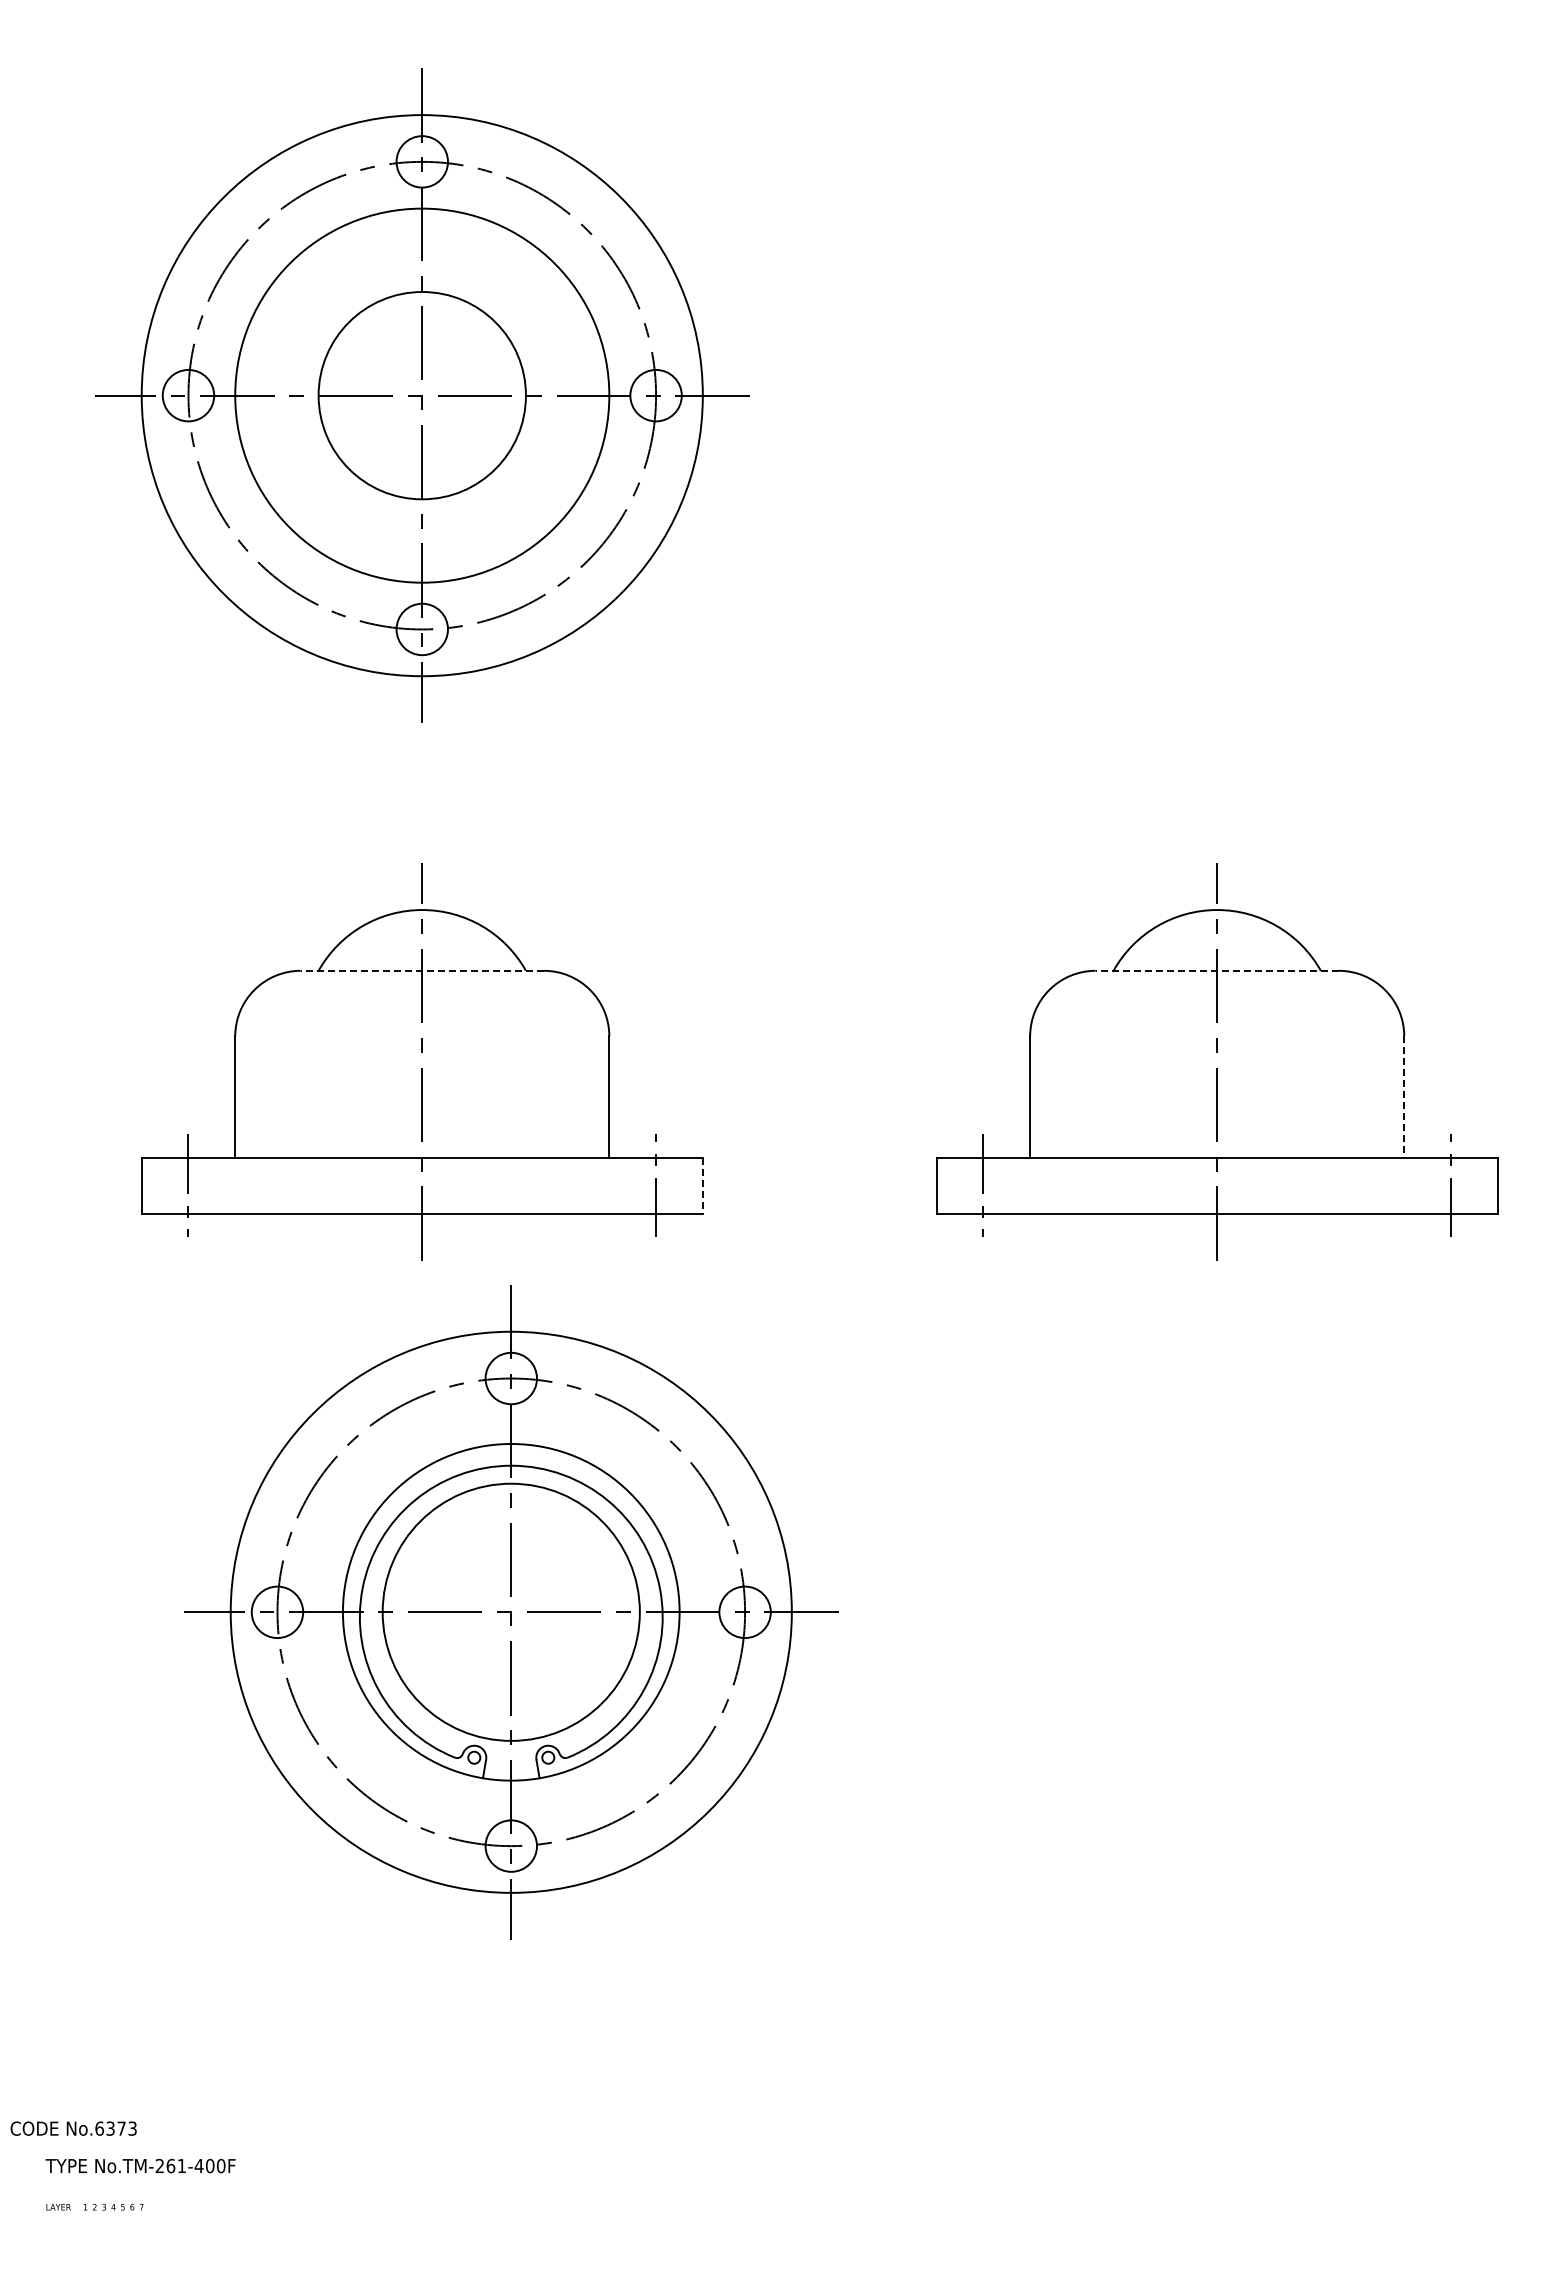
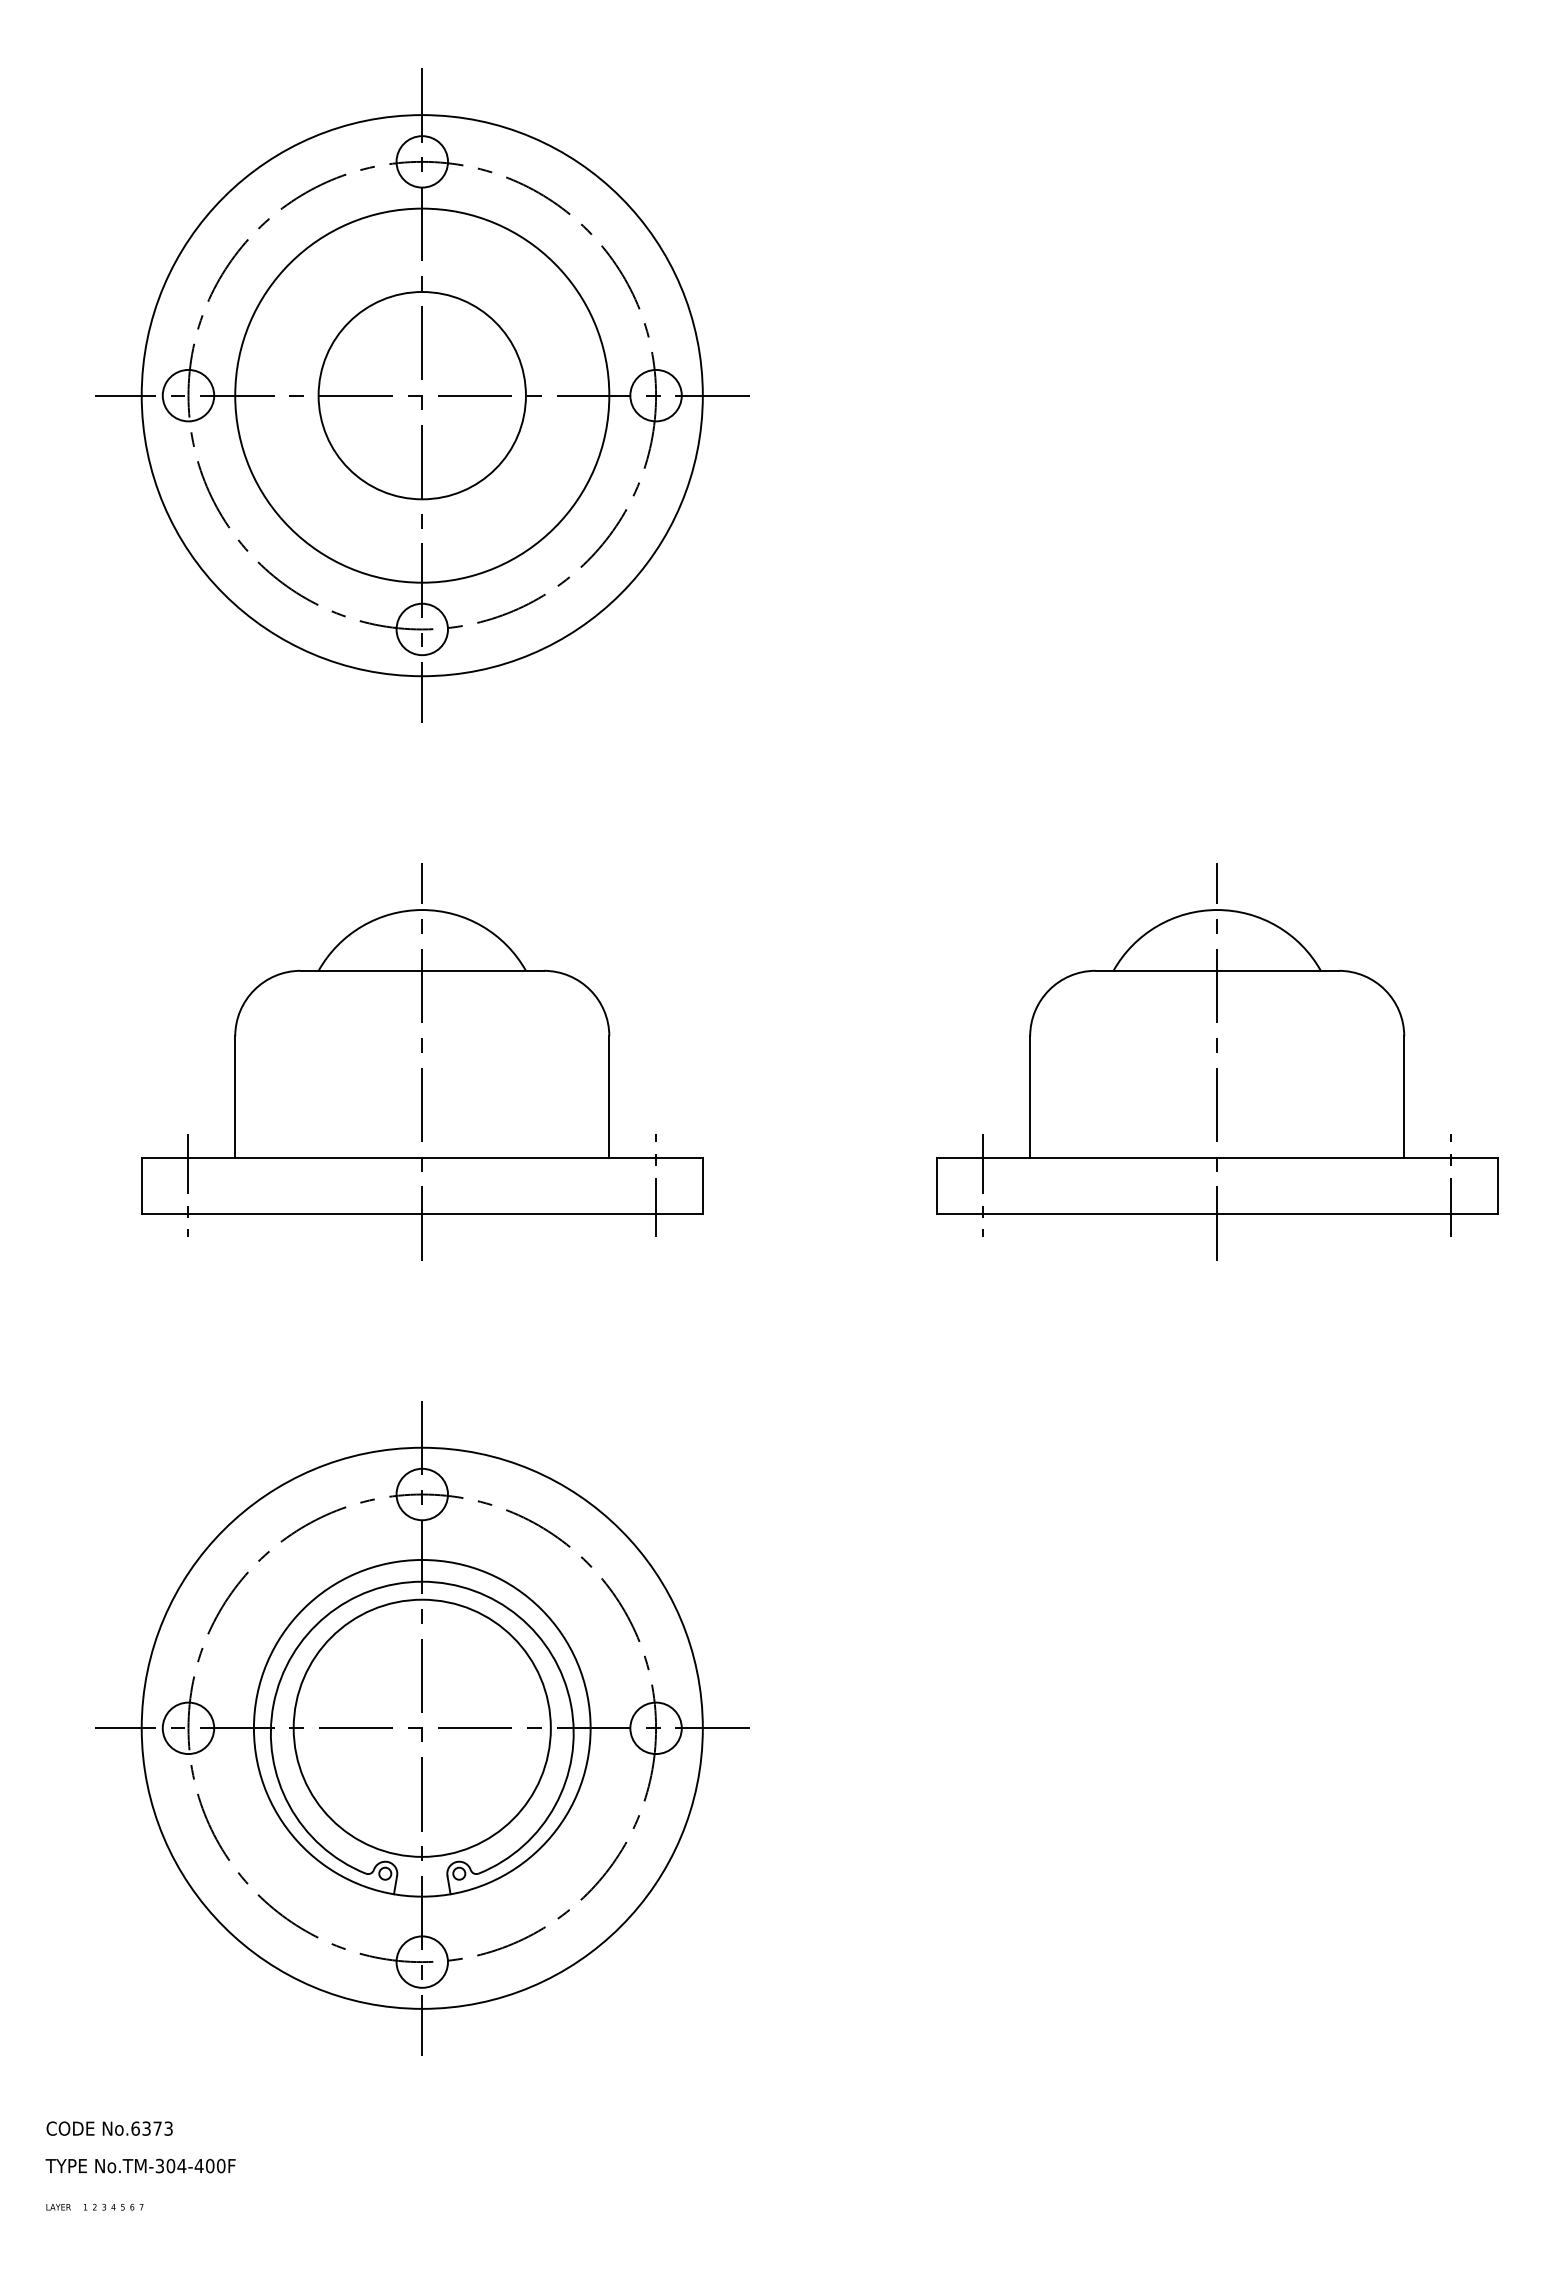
line at (422, 970): dashed -> solid
line at (1217, 970): dashed -> solid
line at (1404, 1097): dashed -> solid
line at (702, 1186): dashed -> solid
part at (511, 1612) position: (511, 1612) -> (422, 1728)
text at (73, 2128) position: (73, 2128) -> (109, 2128)
text at (170, 2165): No.TM-261-400F -> No.TM-304-400F
